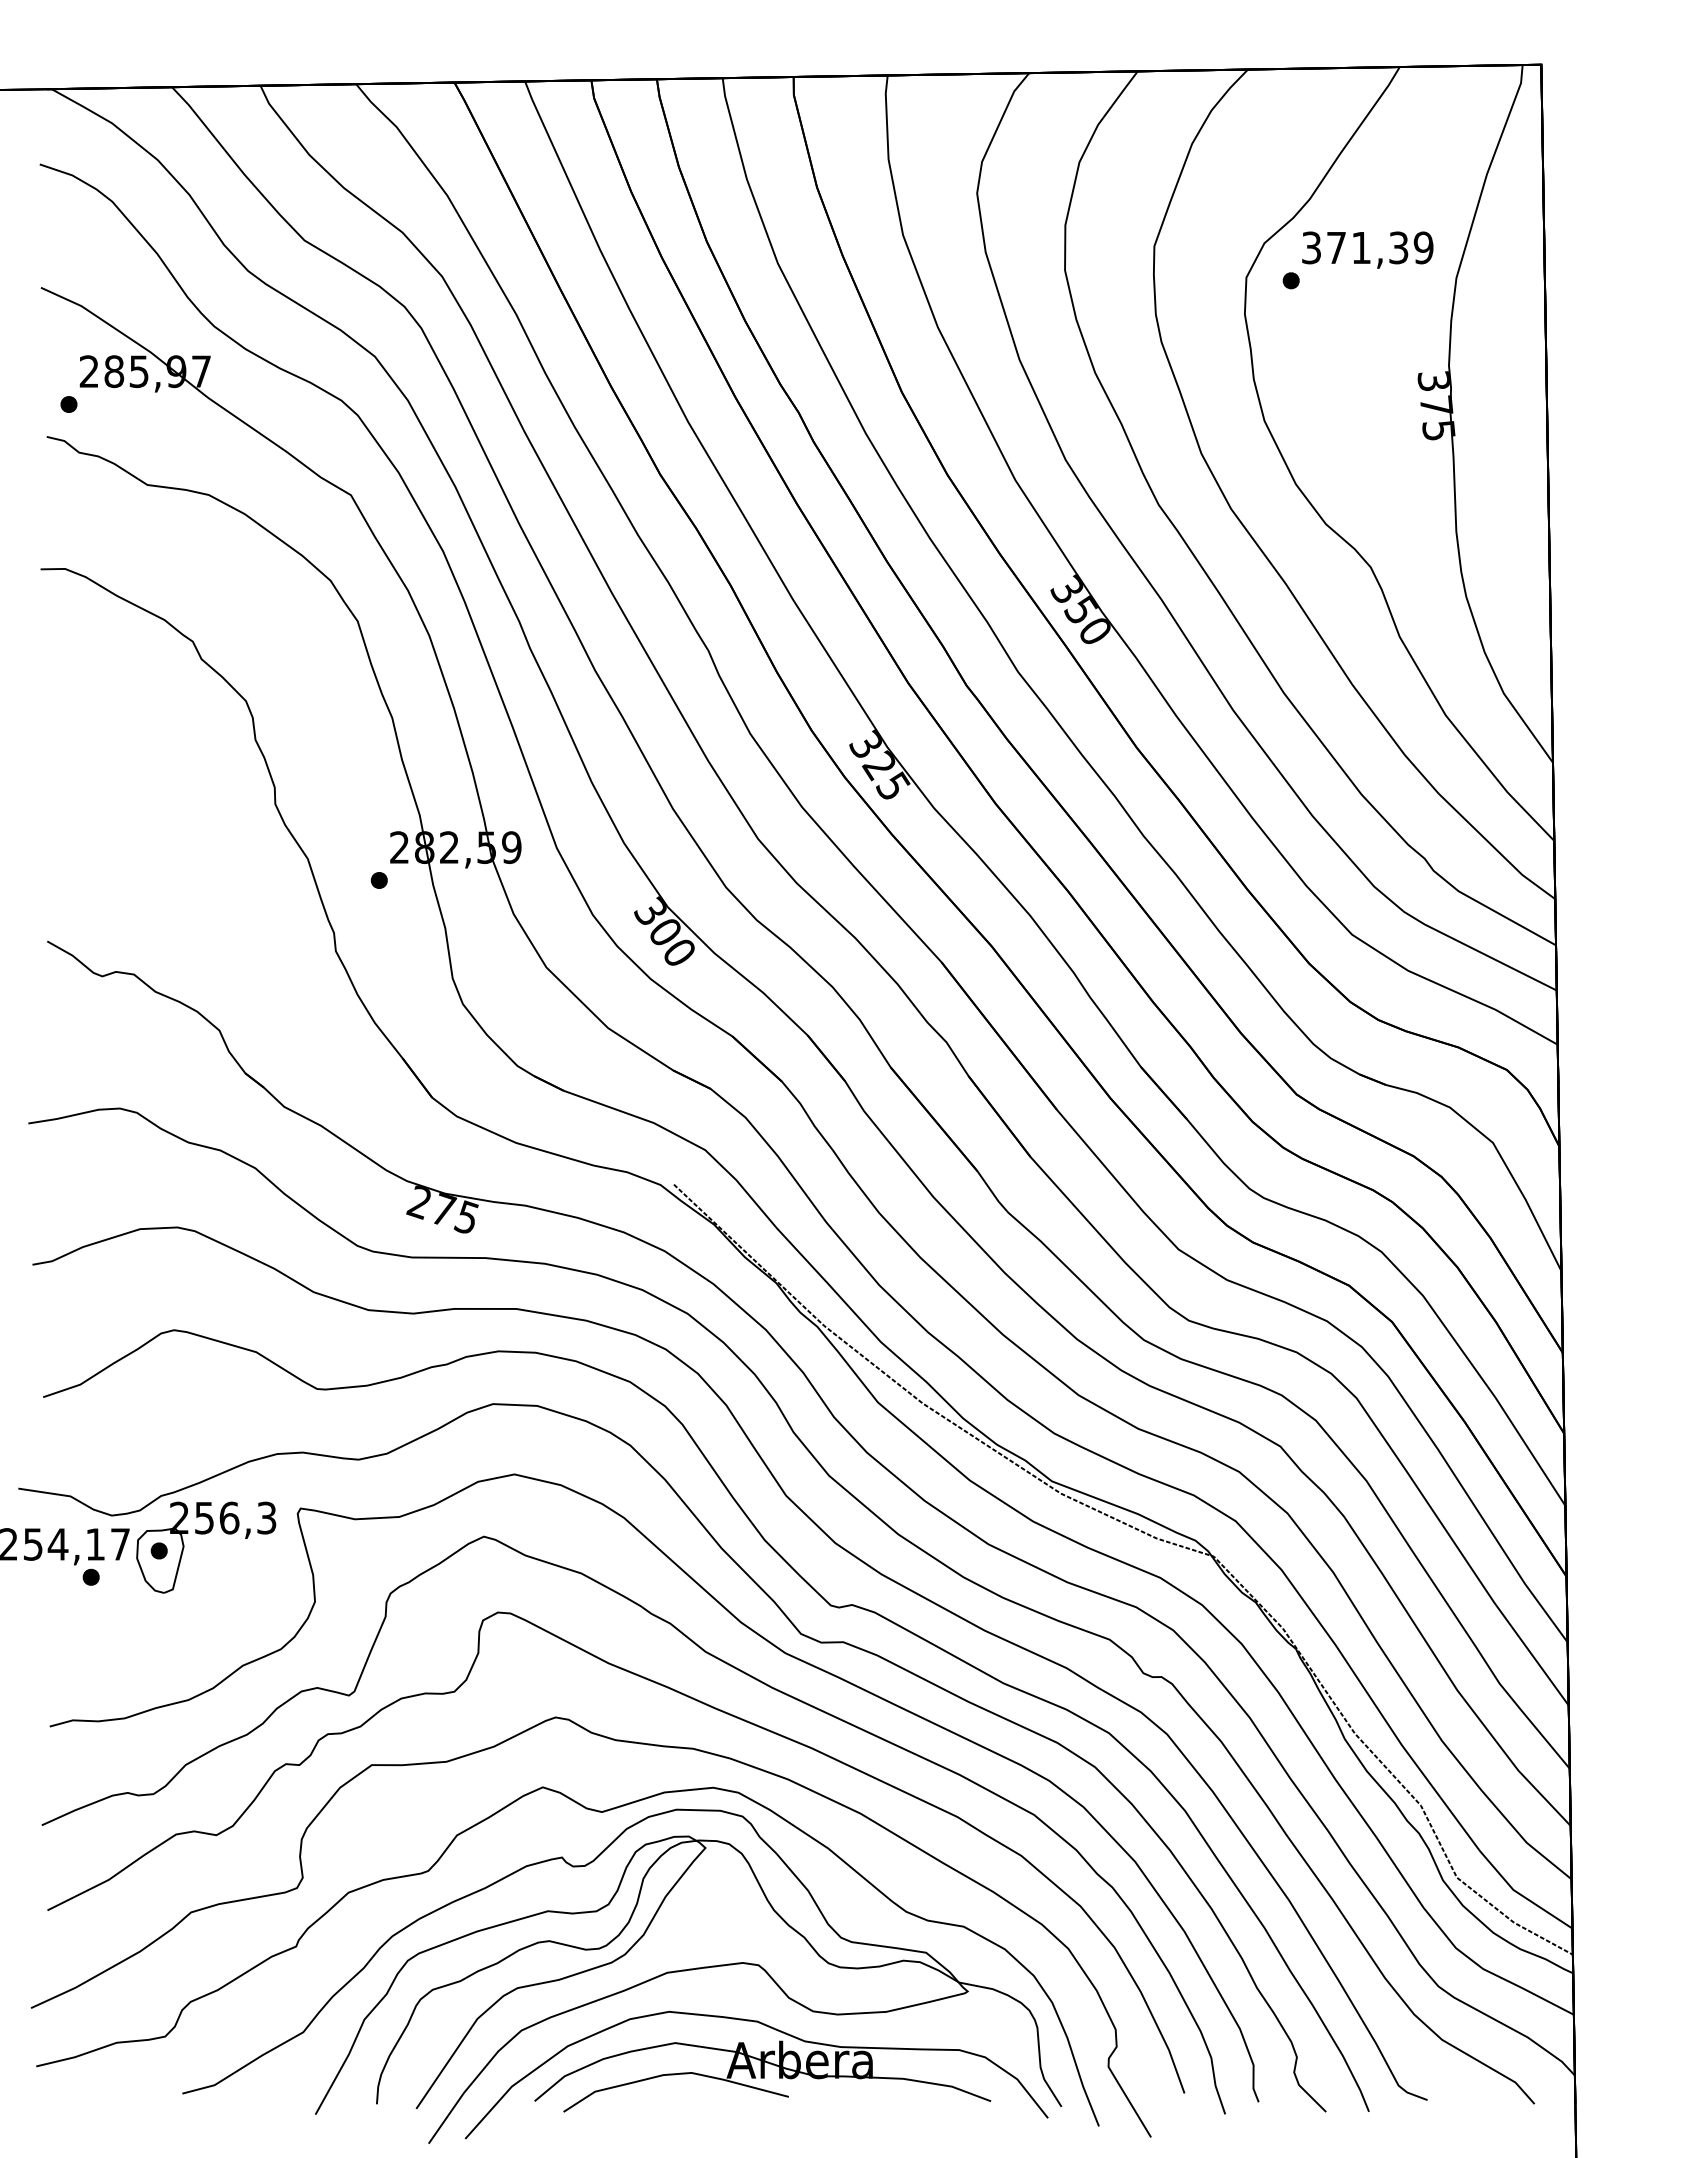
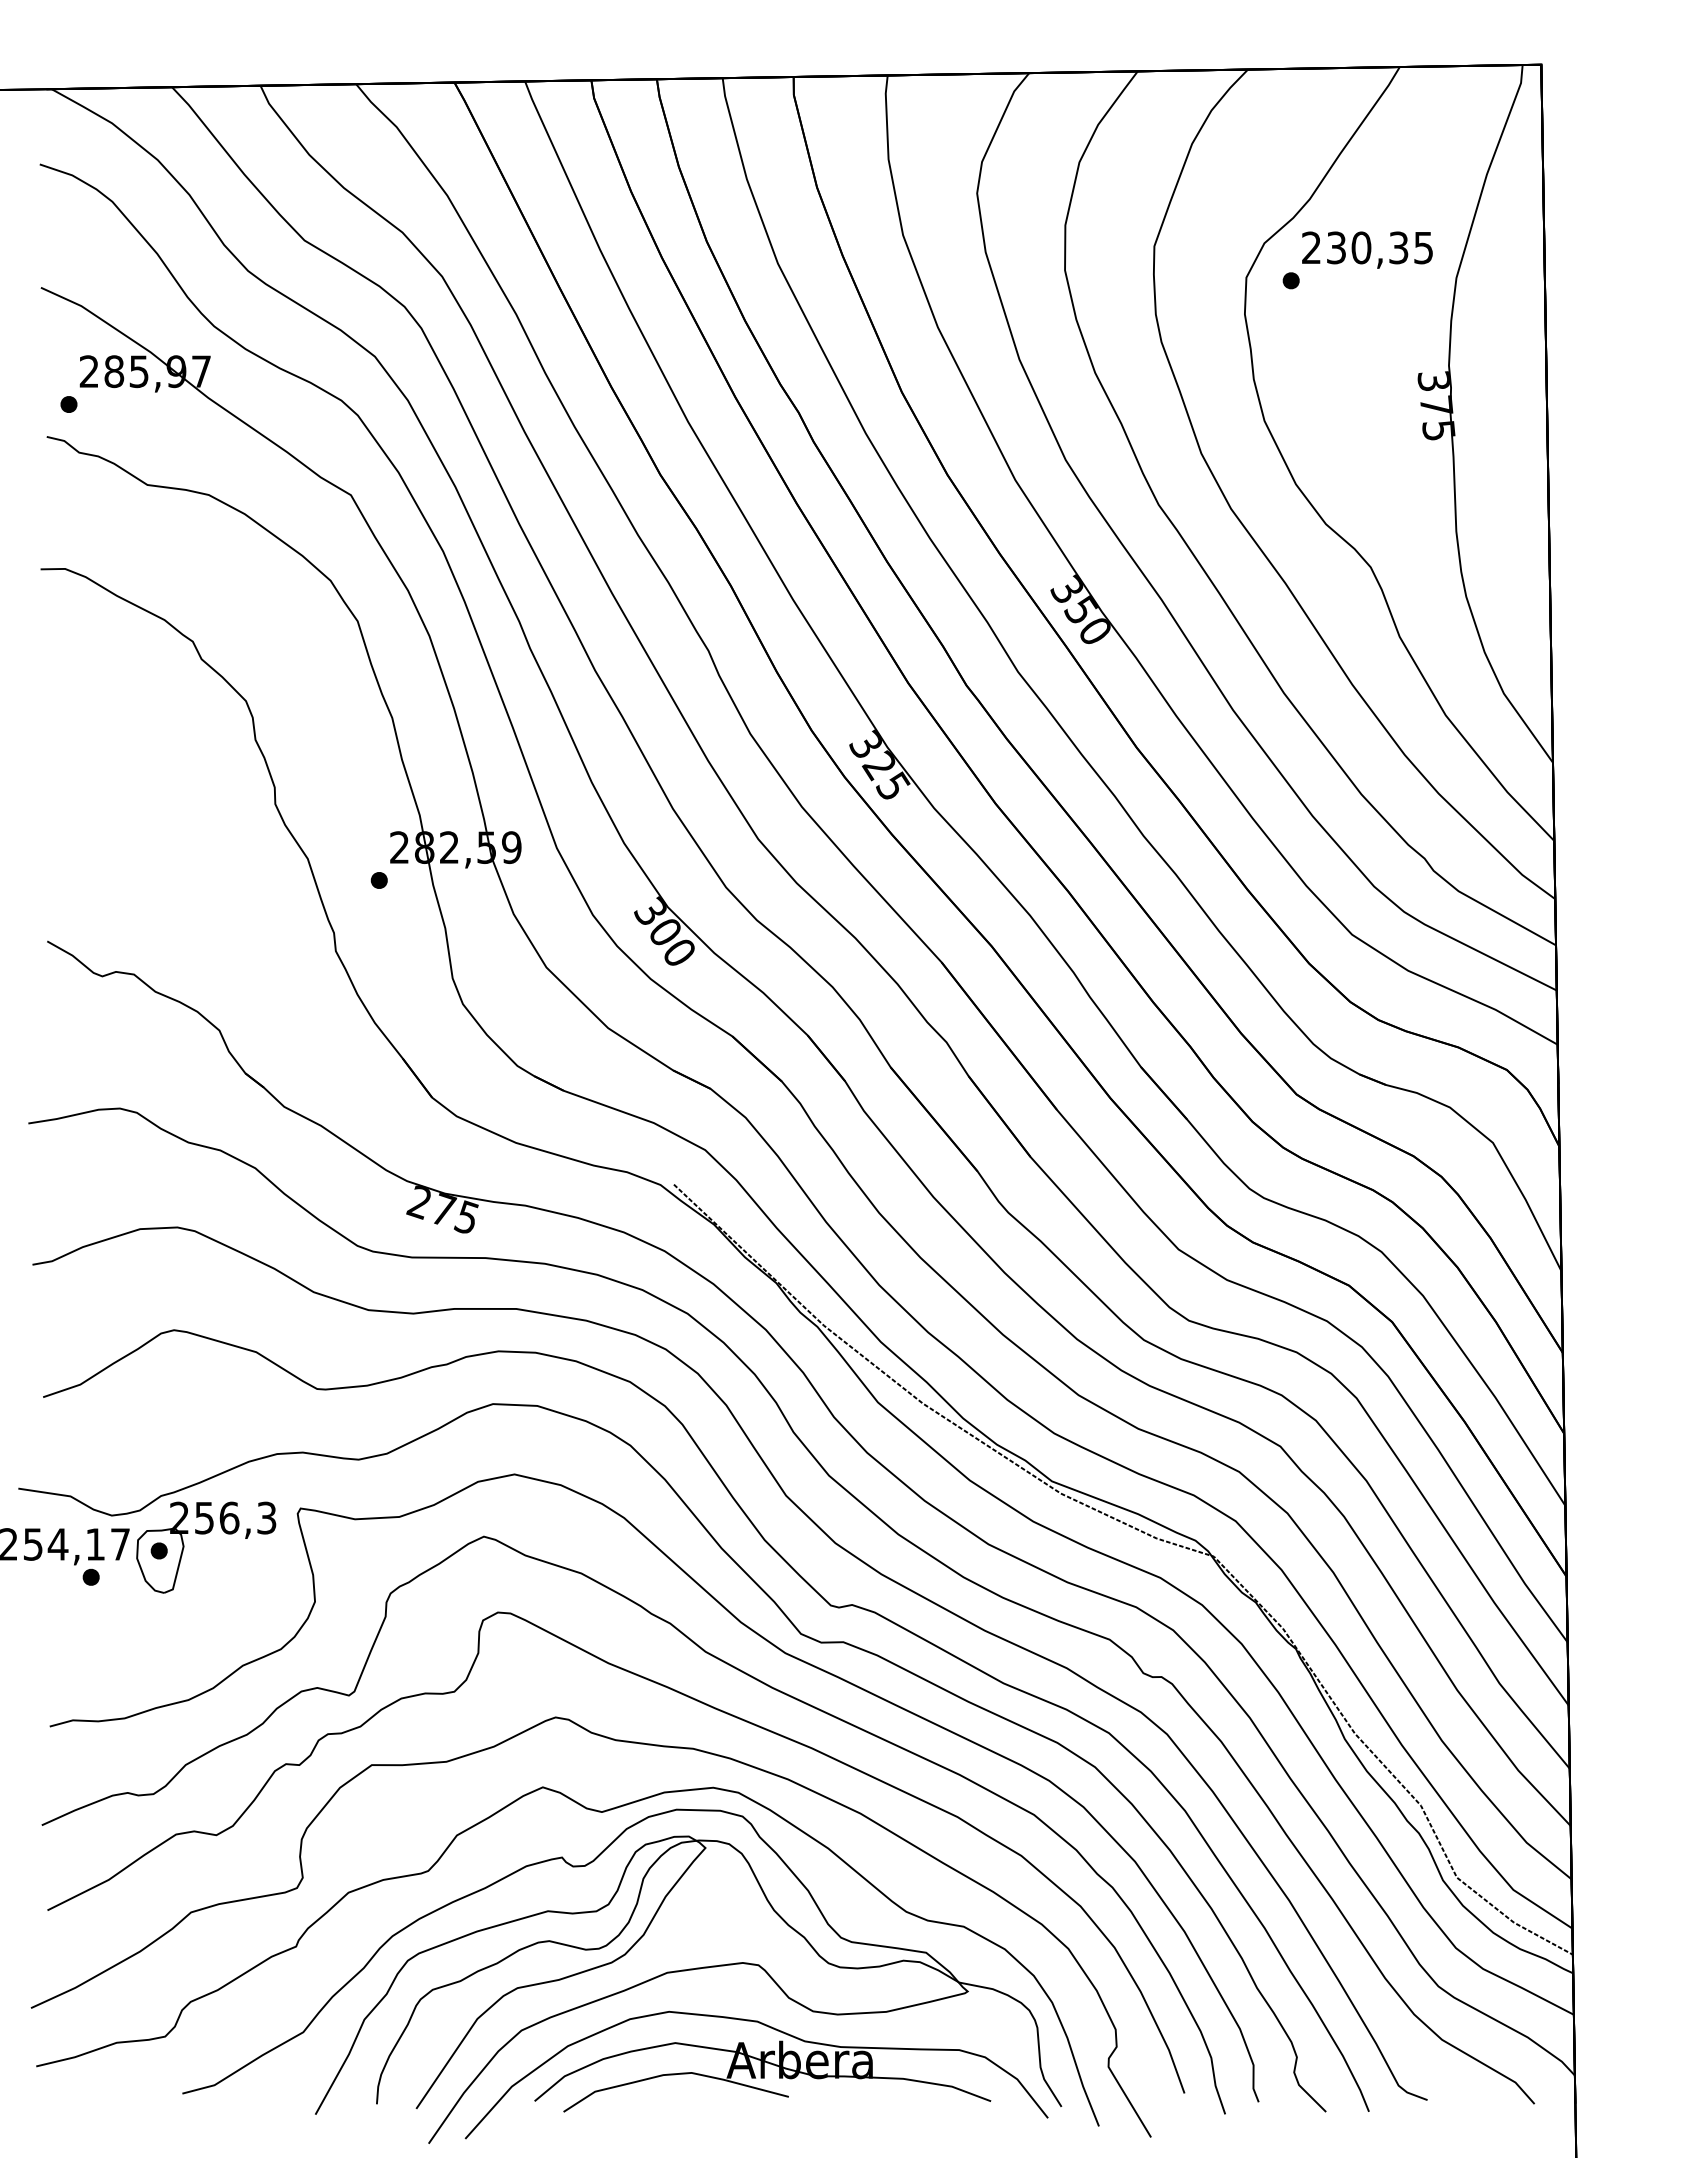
text at (1367, 247): 371,39 -> 230,35
